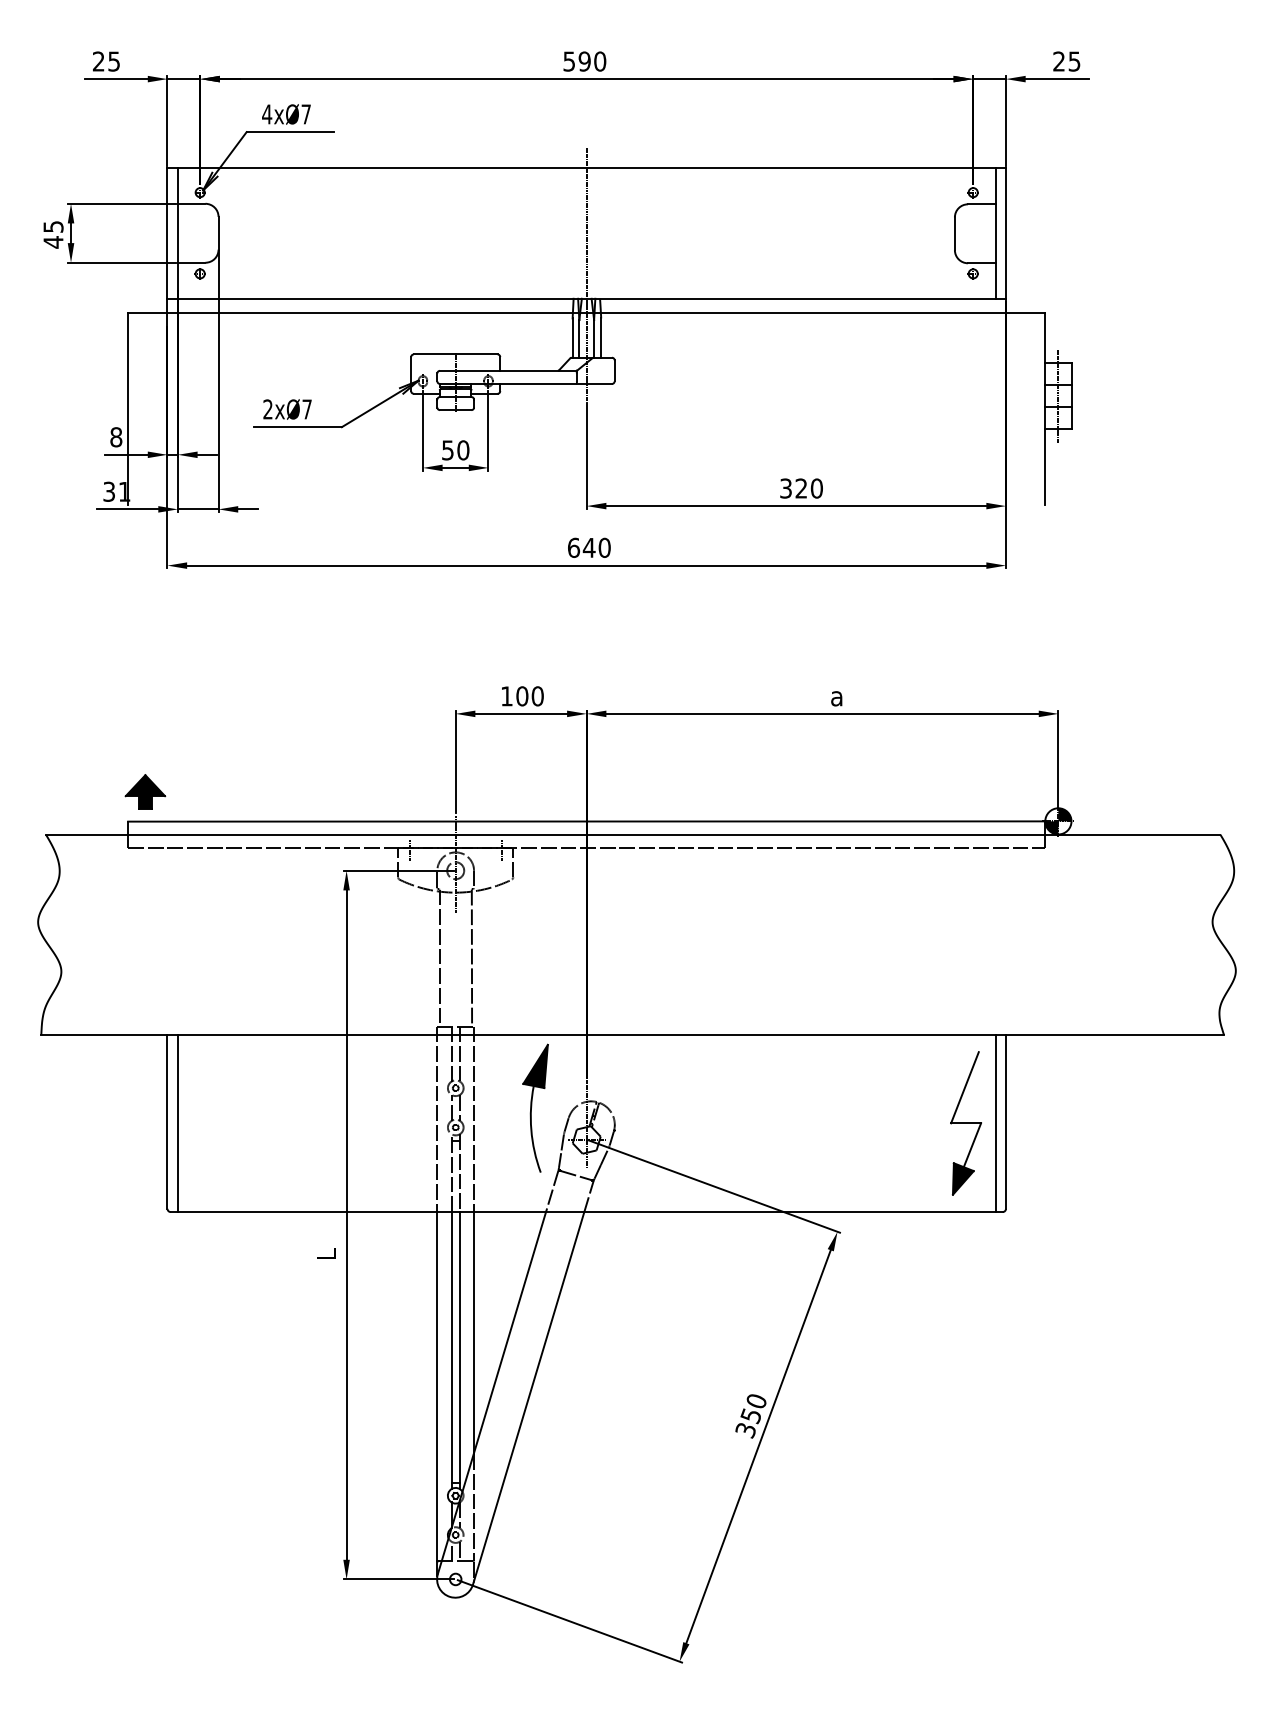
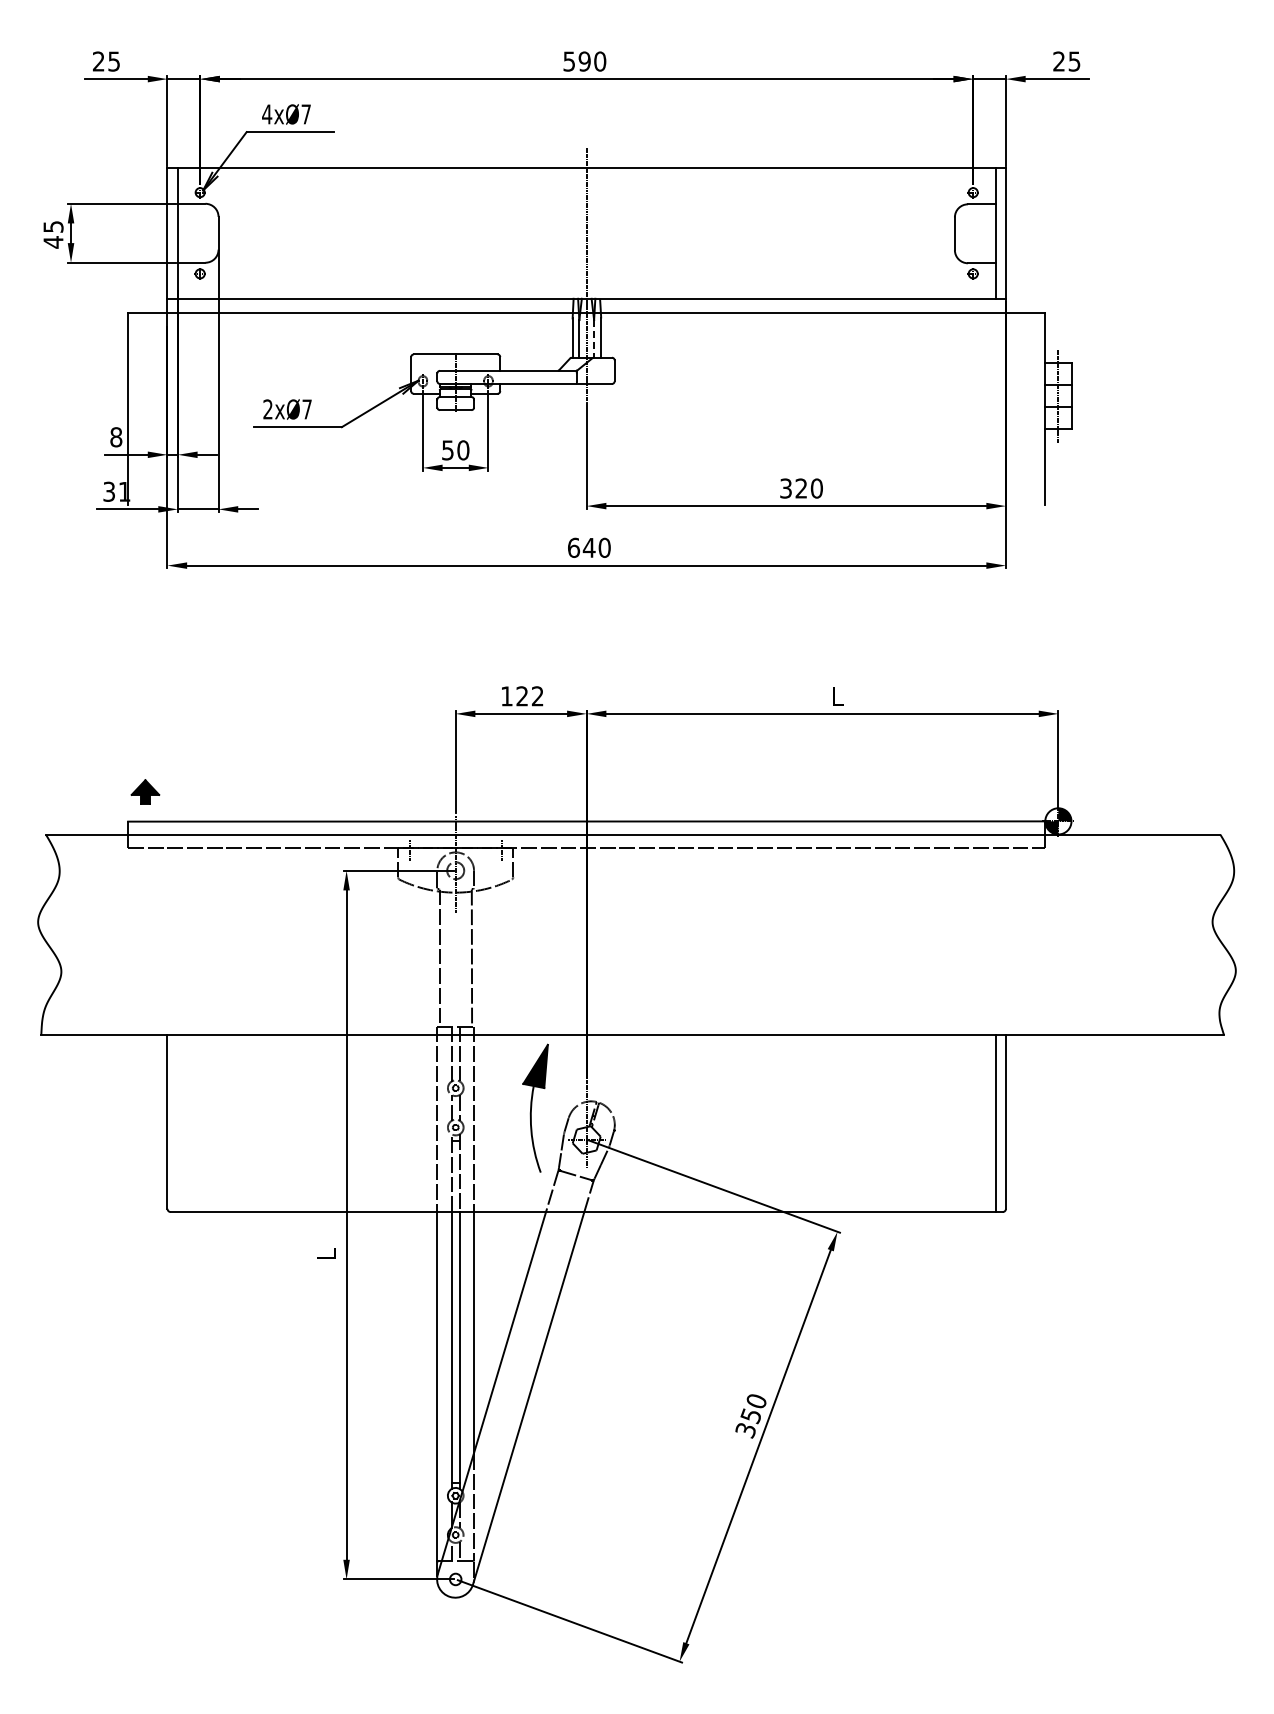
line at (594, 338): solid -> dashed
text at (529, 696): 100 -> 122
text at (837, 696): a -> L
part at (145, 791) size: 43x36 px -> 31x26 px
line at (177, 1123): present -> none
part at (965, 1123): present -> none
